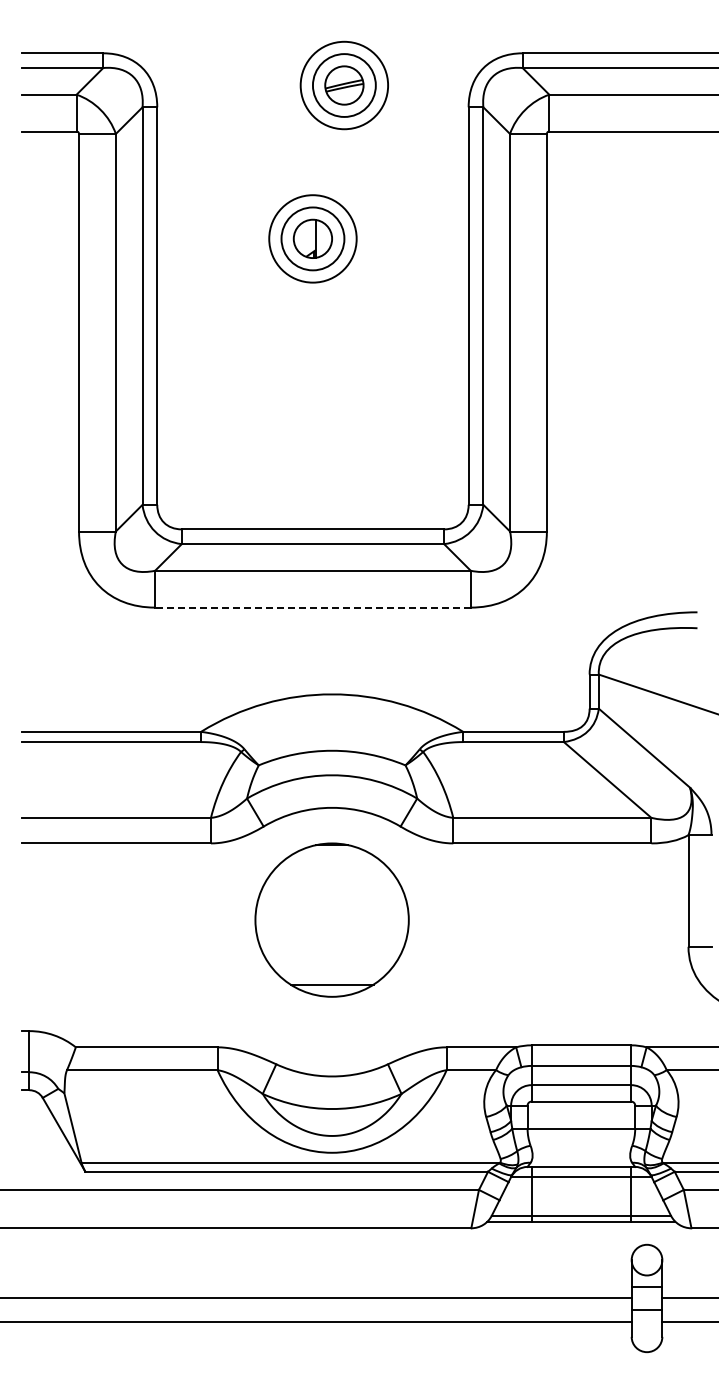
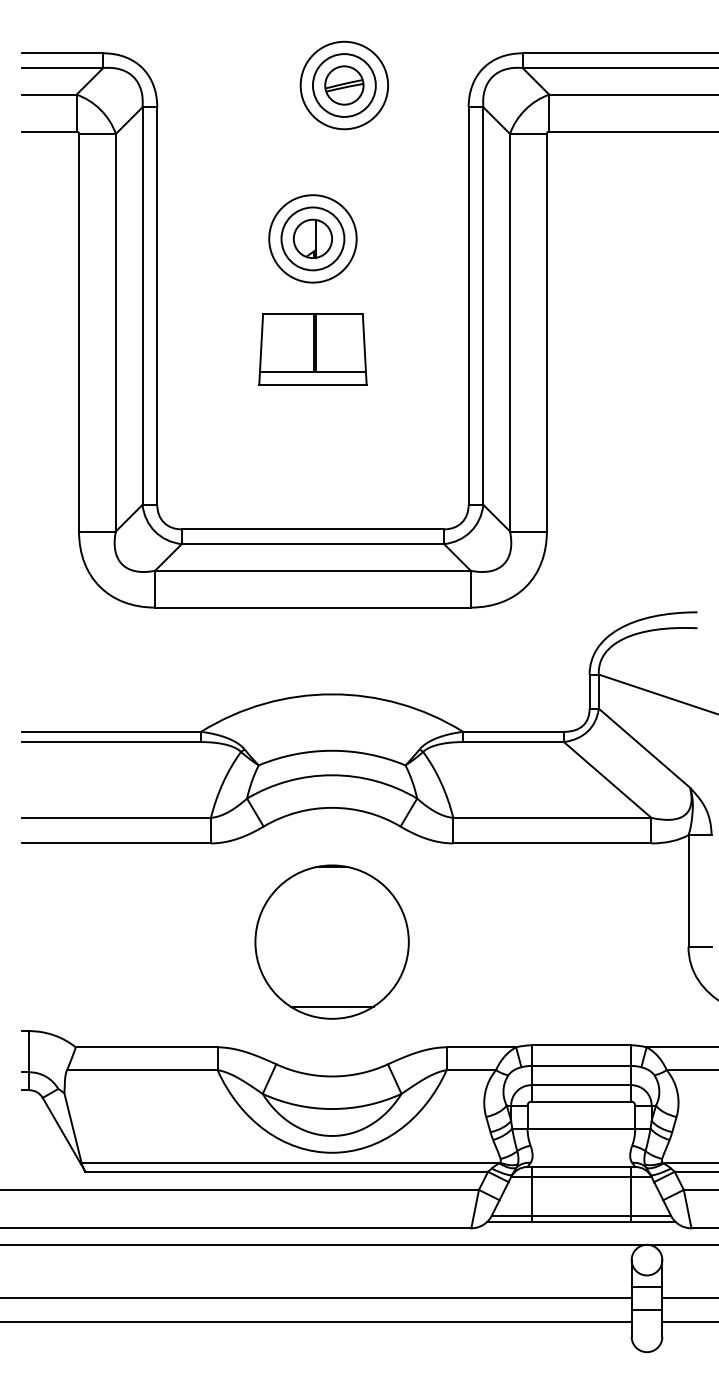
part at (312, 349): none -> present
line at (312, 607): dashed -> solid
part at (331, 919) position: (331, 919) -> (331, 941)
line at (358, 1244): none -> present
